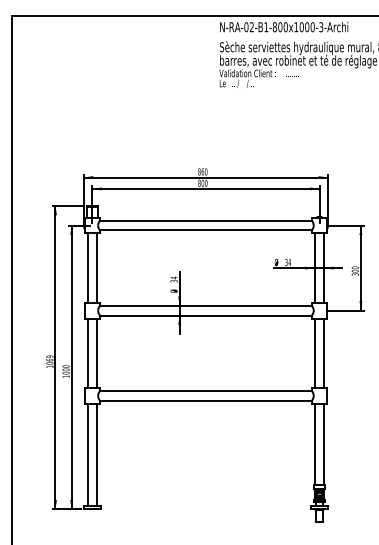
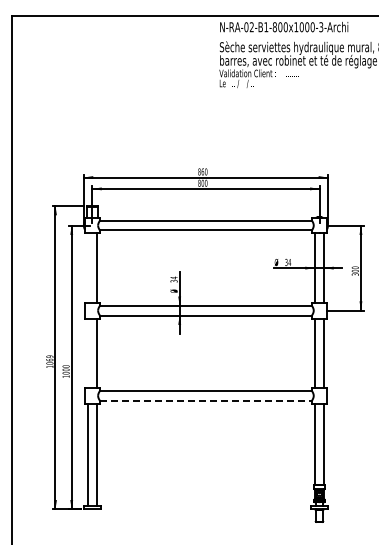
line at (87, 267): present -> none
line at (87, 353): present -> none
line at (206, 400): solid -> dashed
